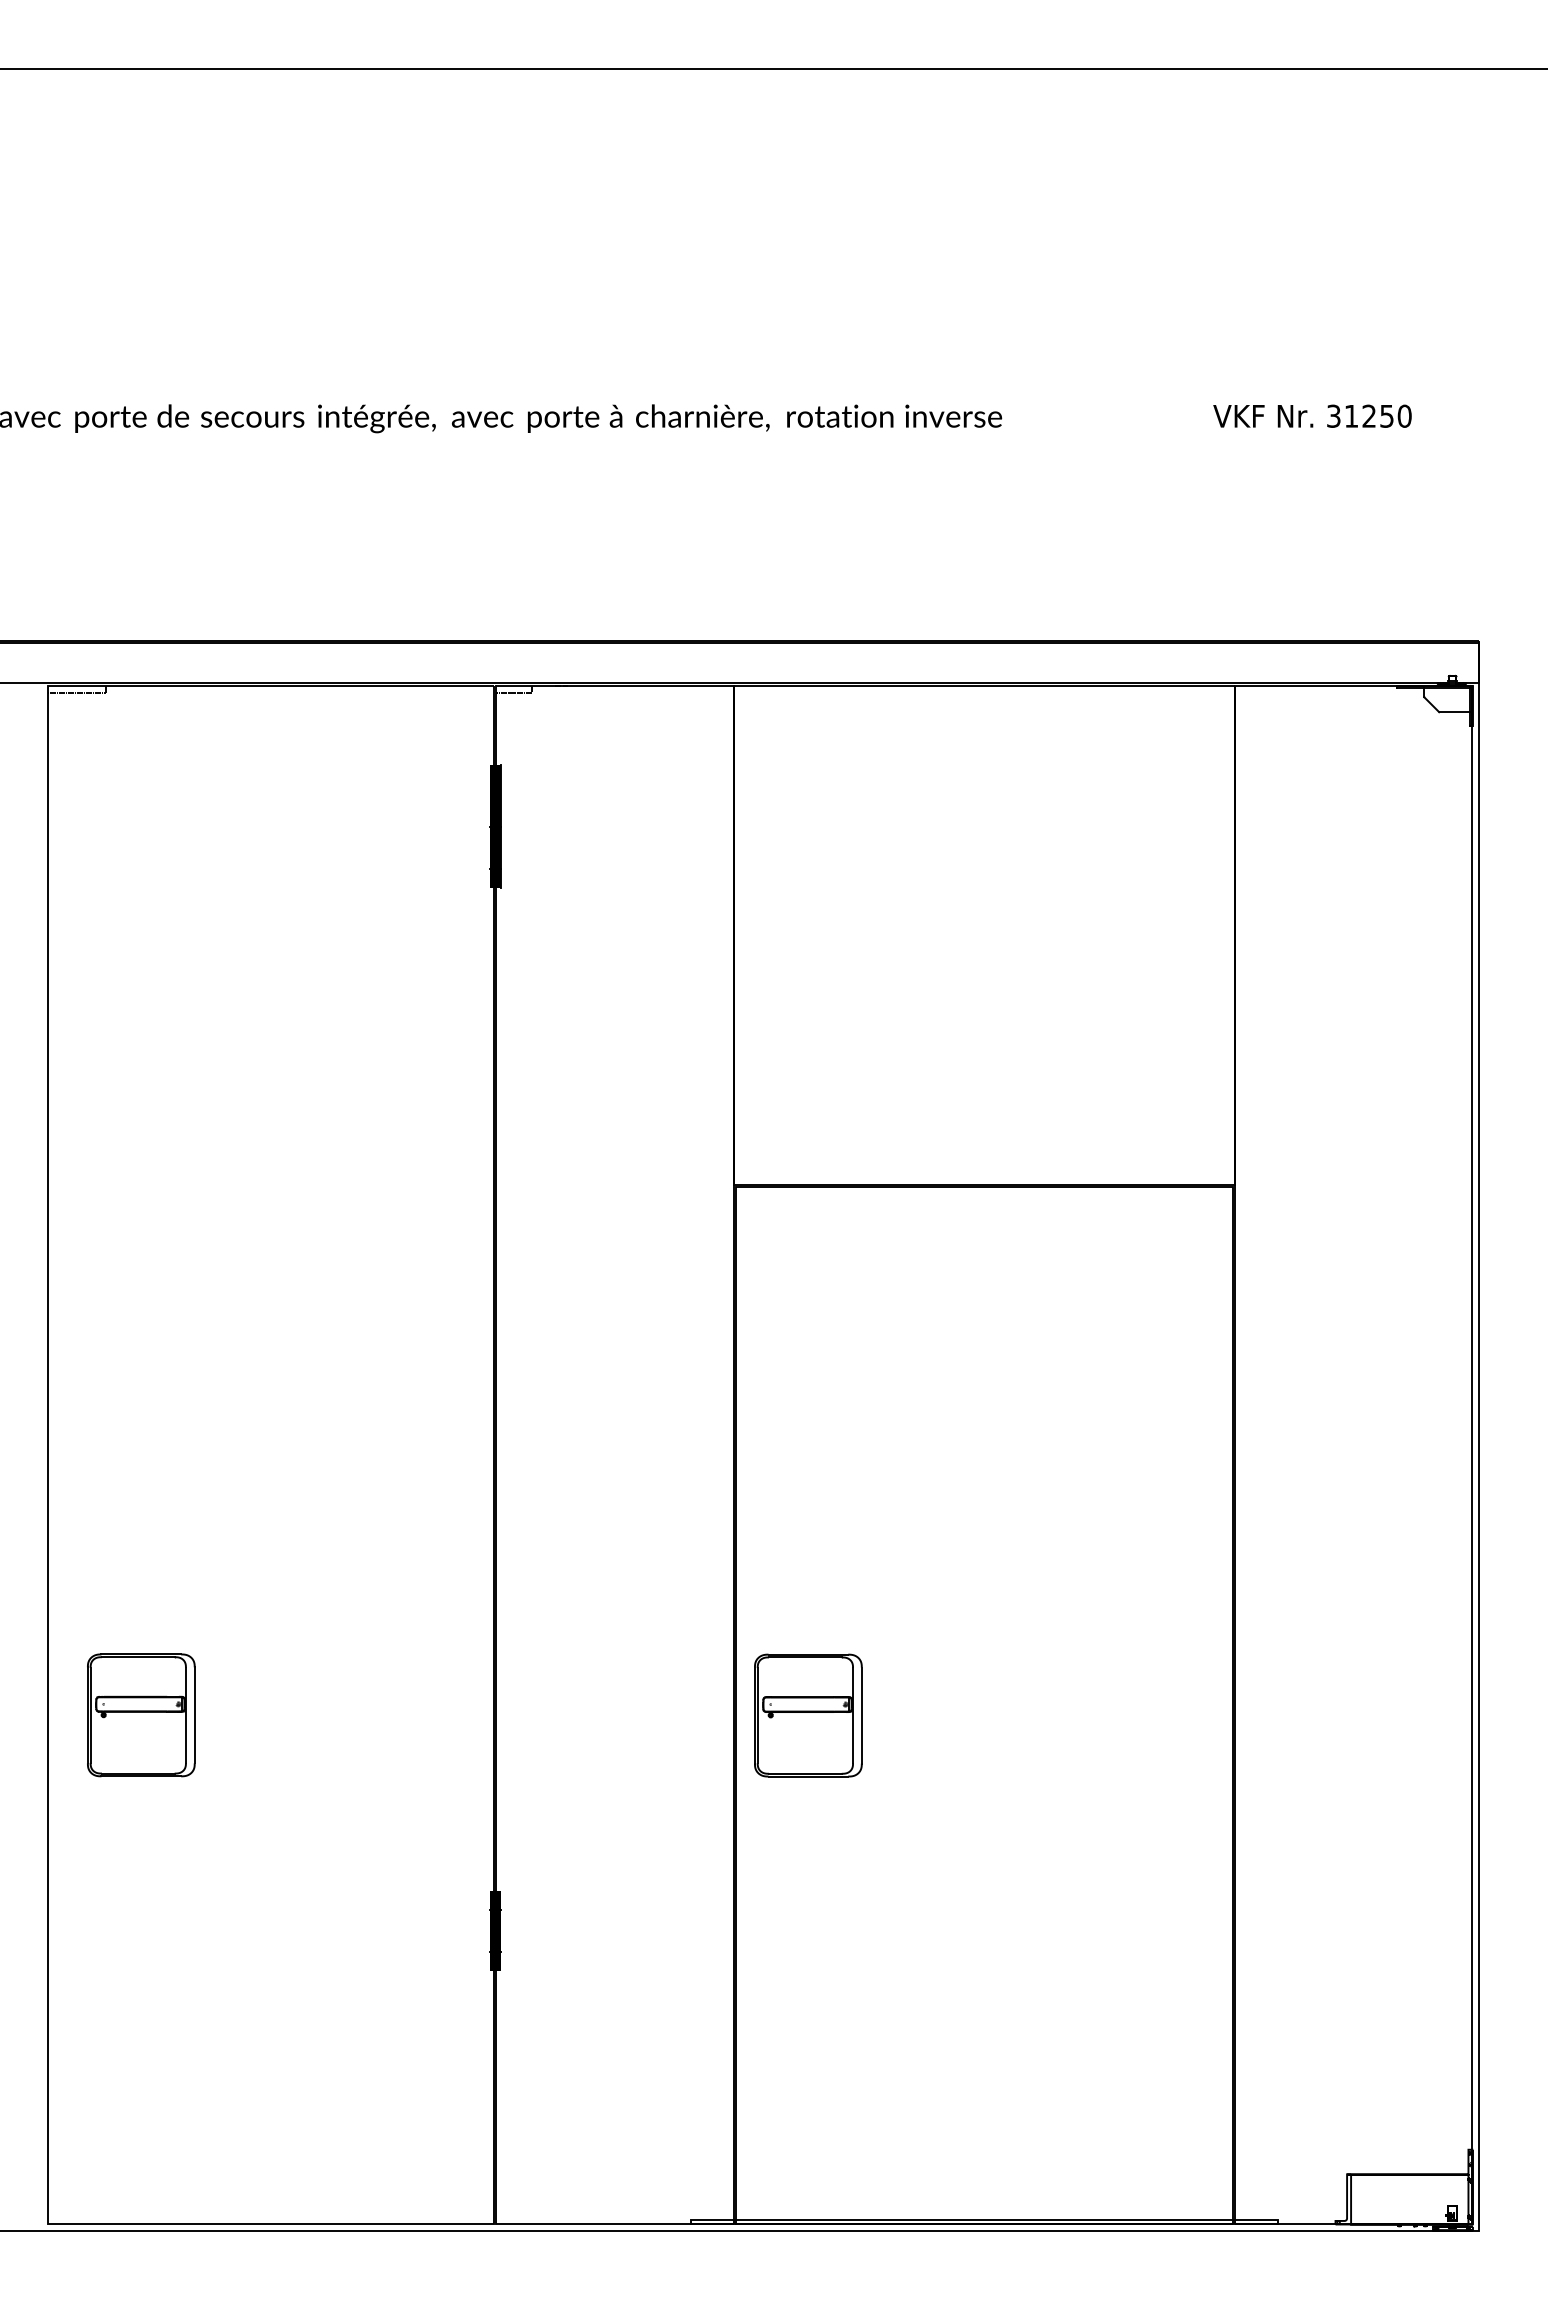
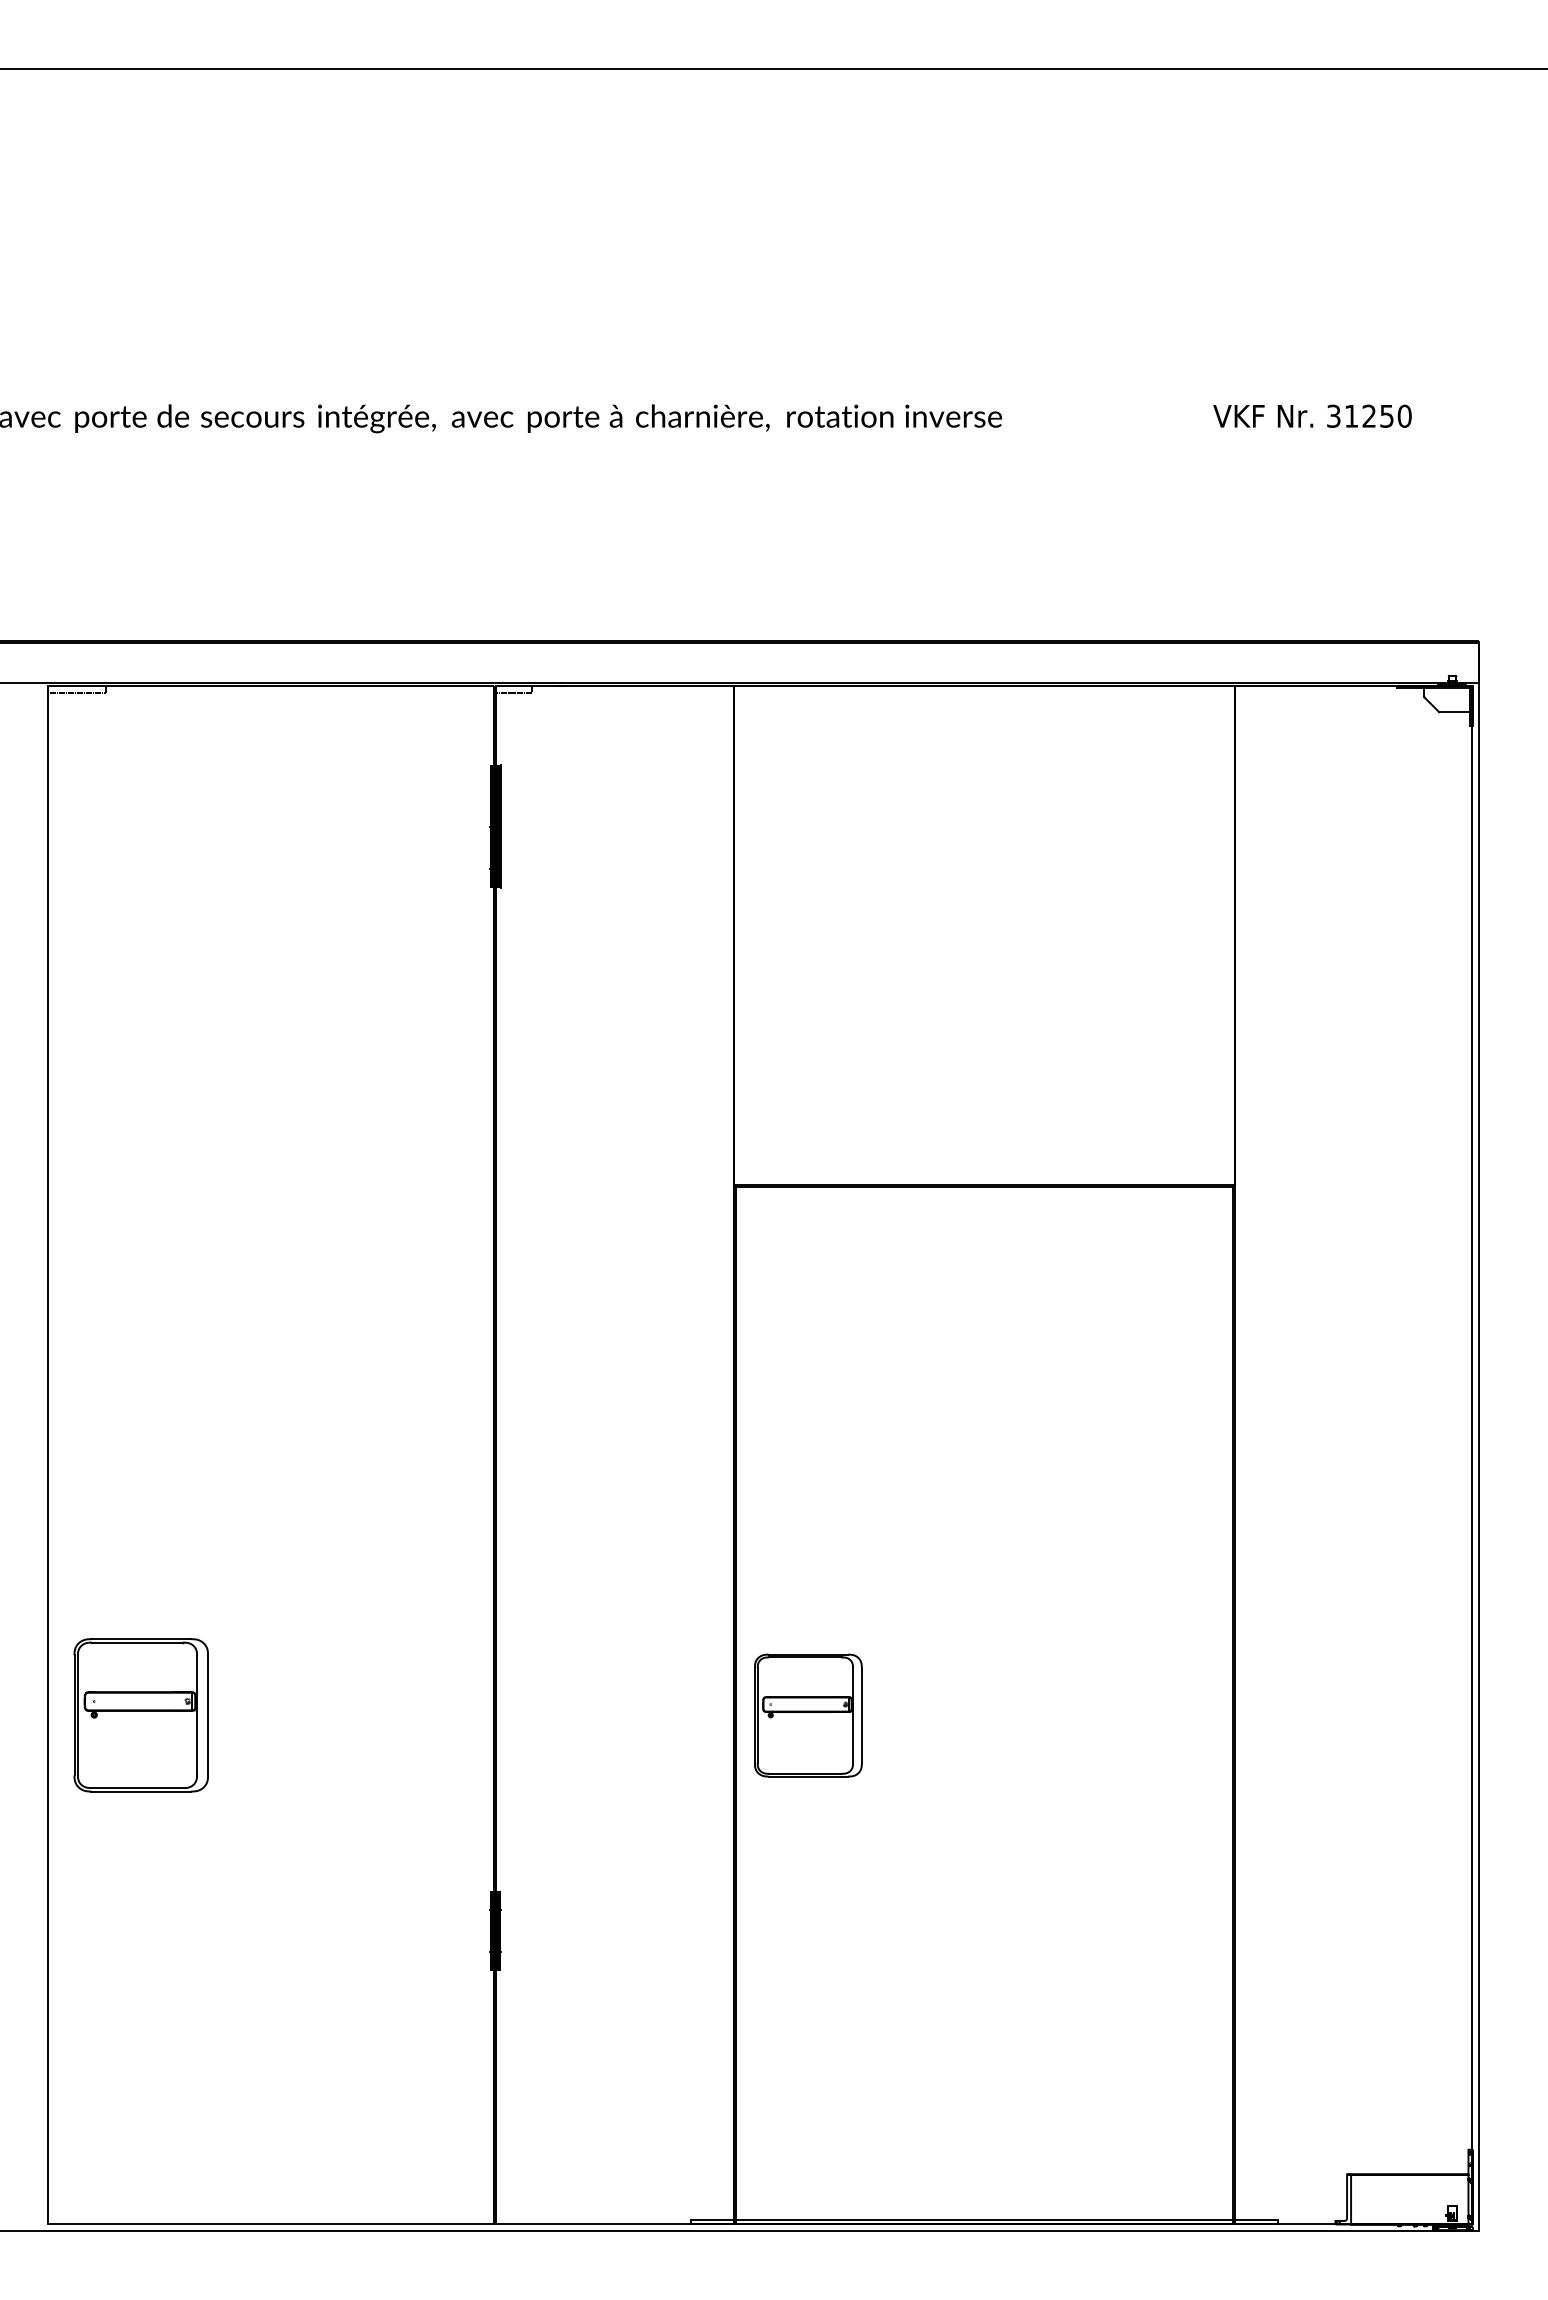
part at (141, 1715) size: 109x125 px -> 136x155 px
